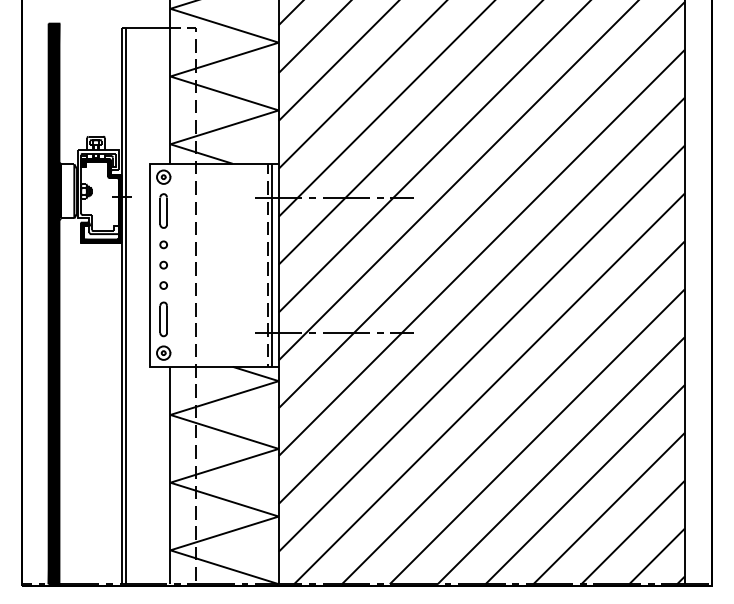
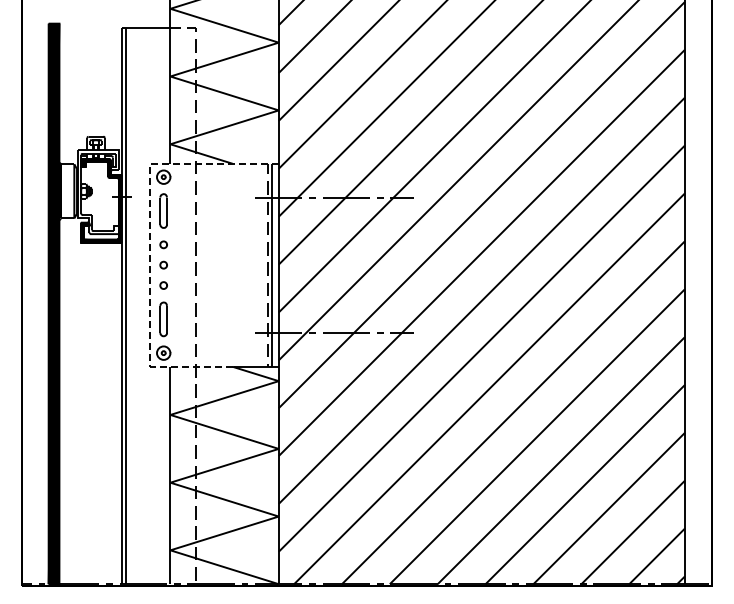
line at (150, 243): solid -> dashed
